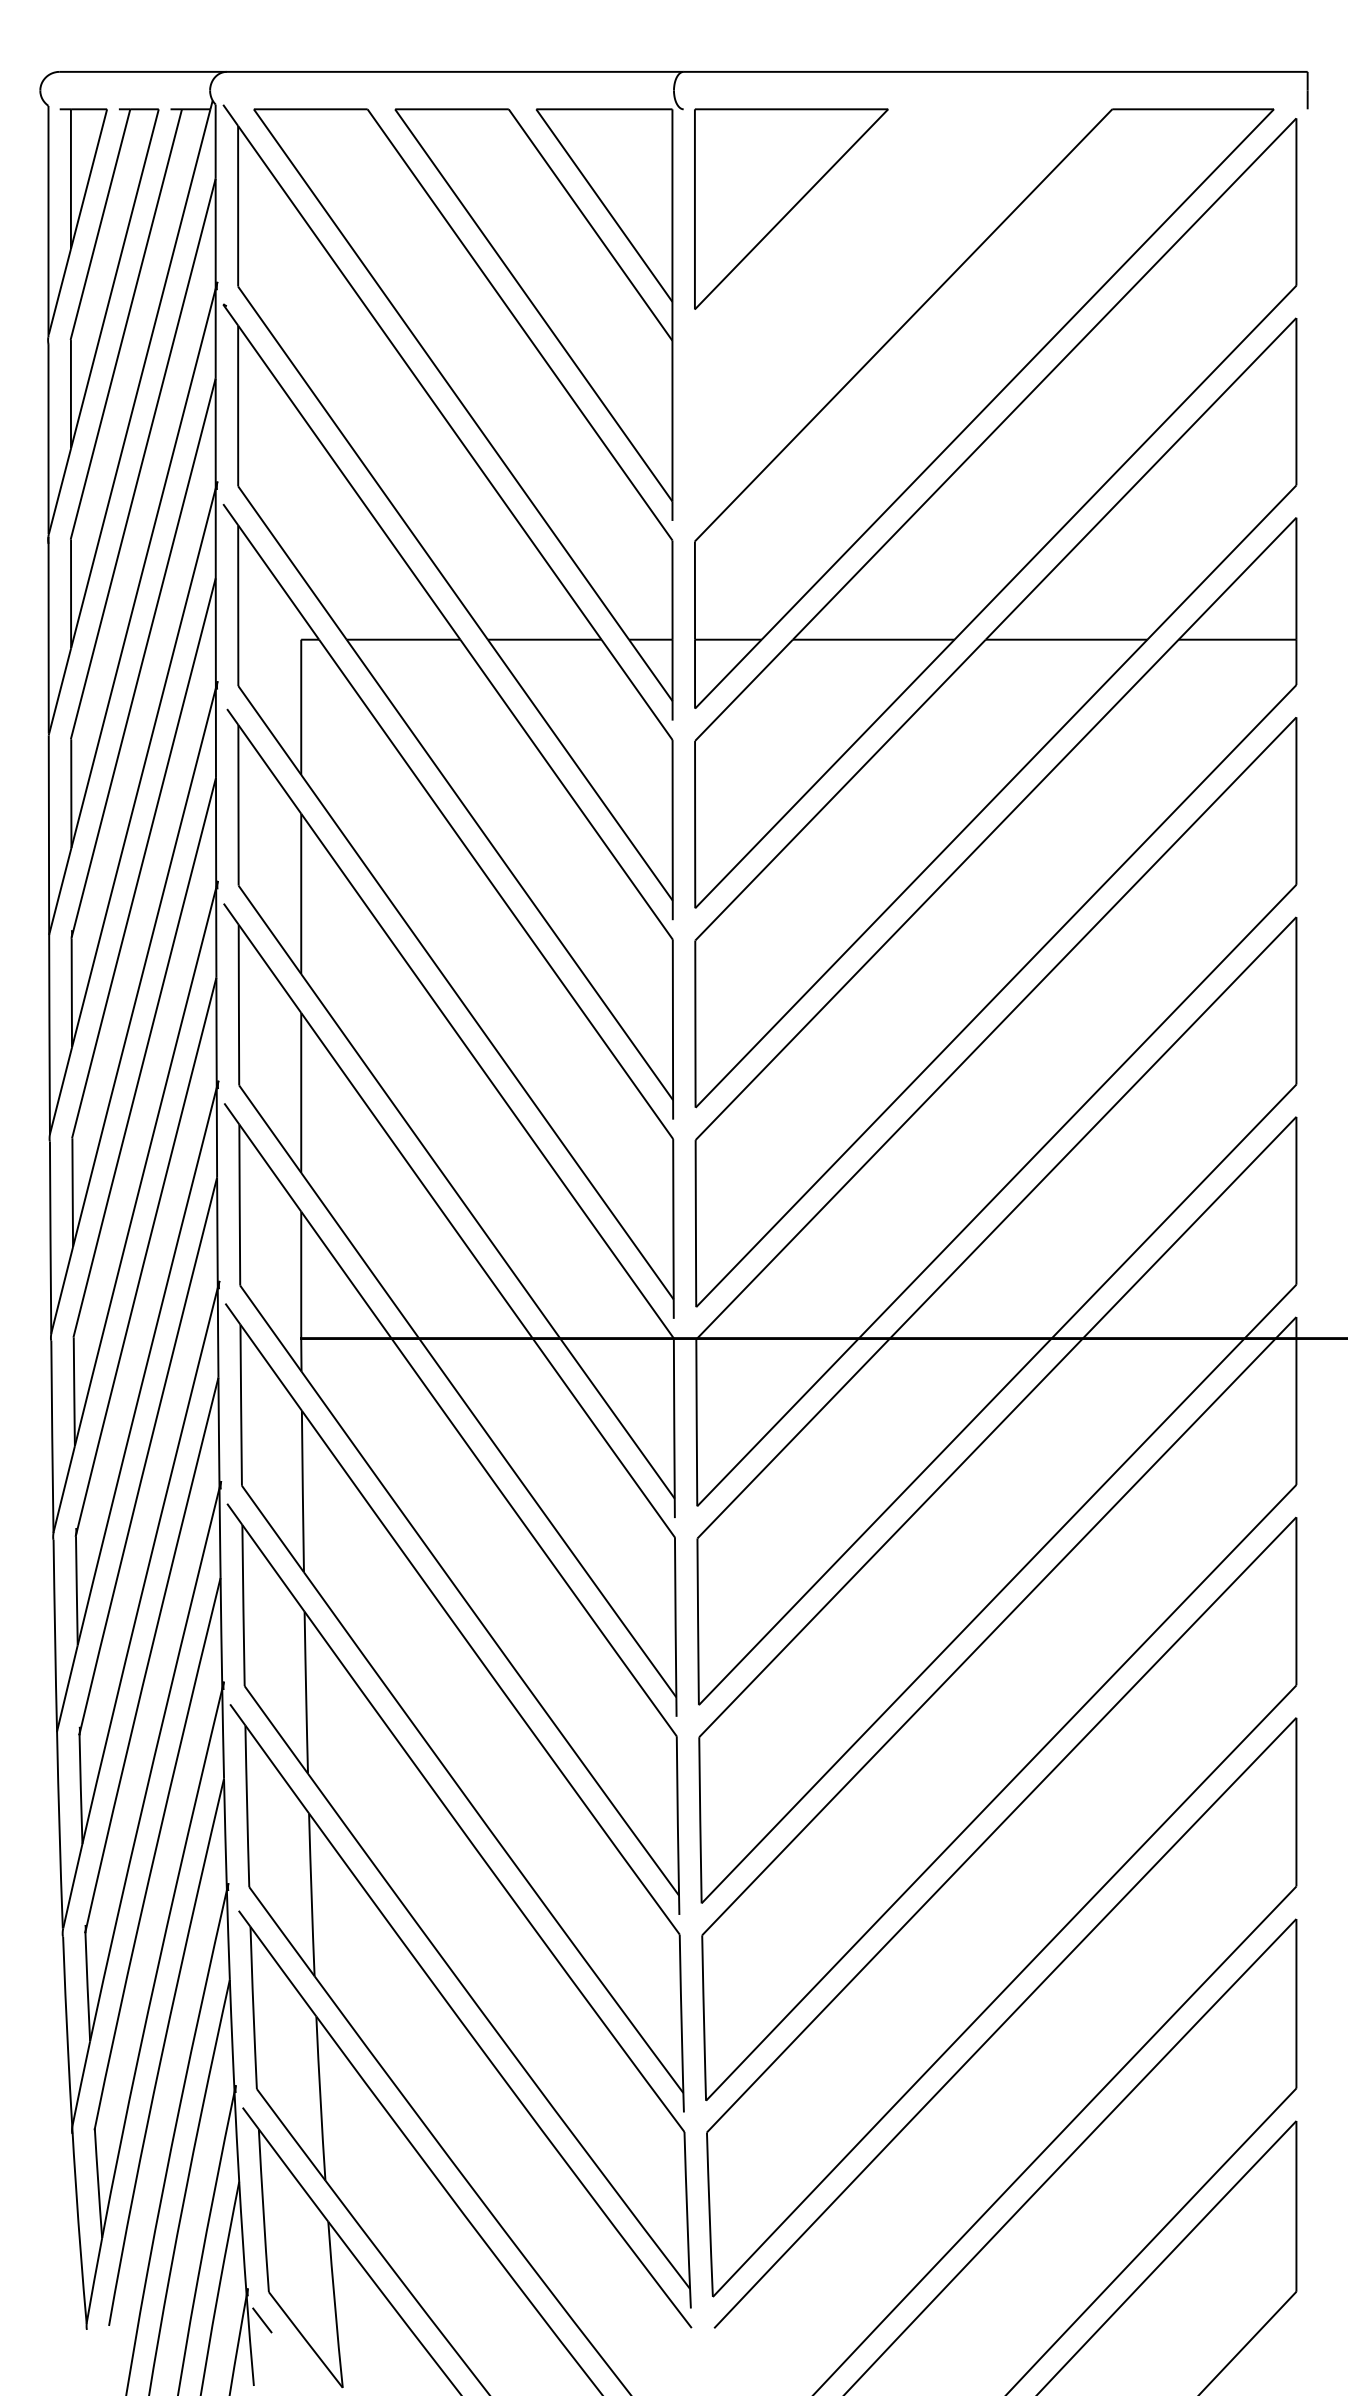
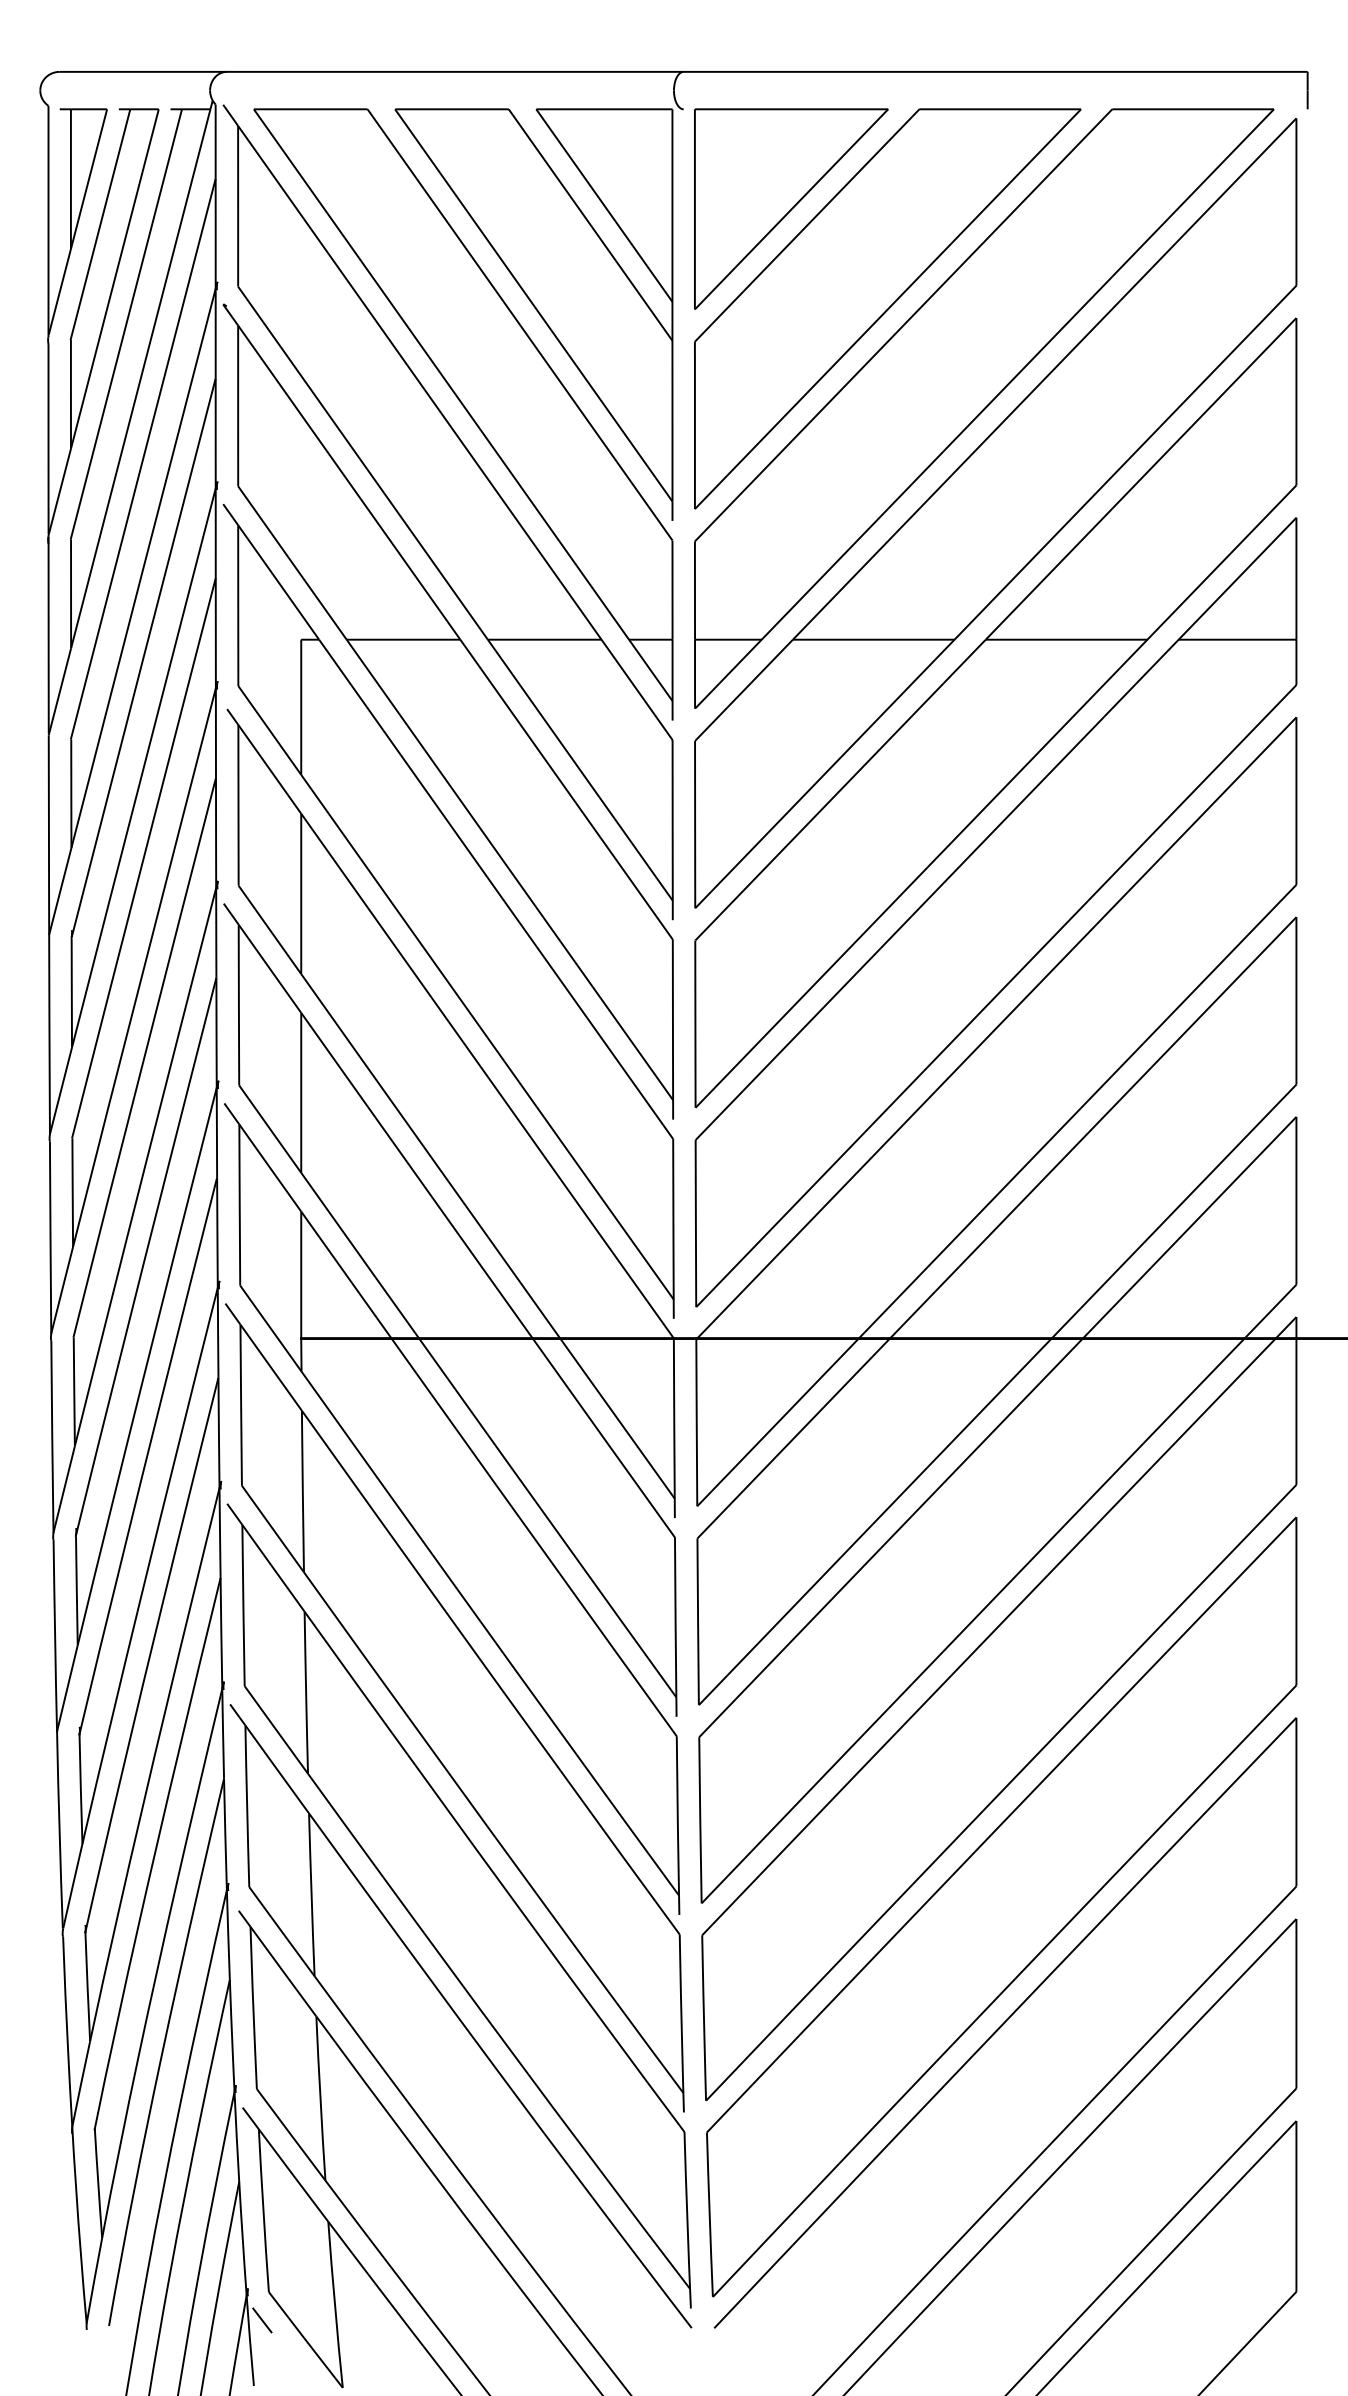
part at (887, 308): none -> present
